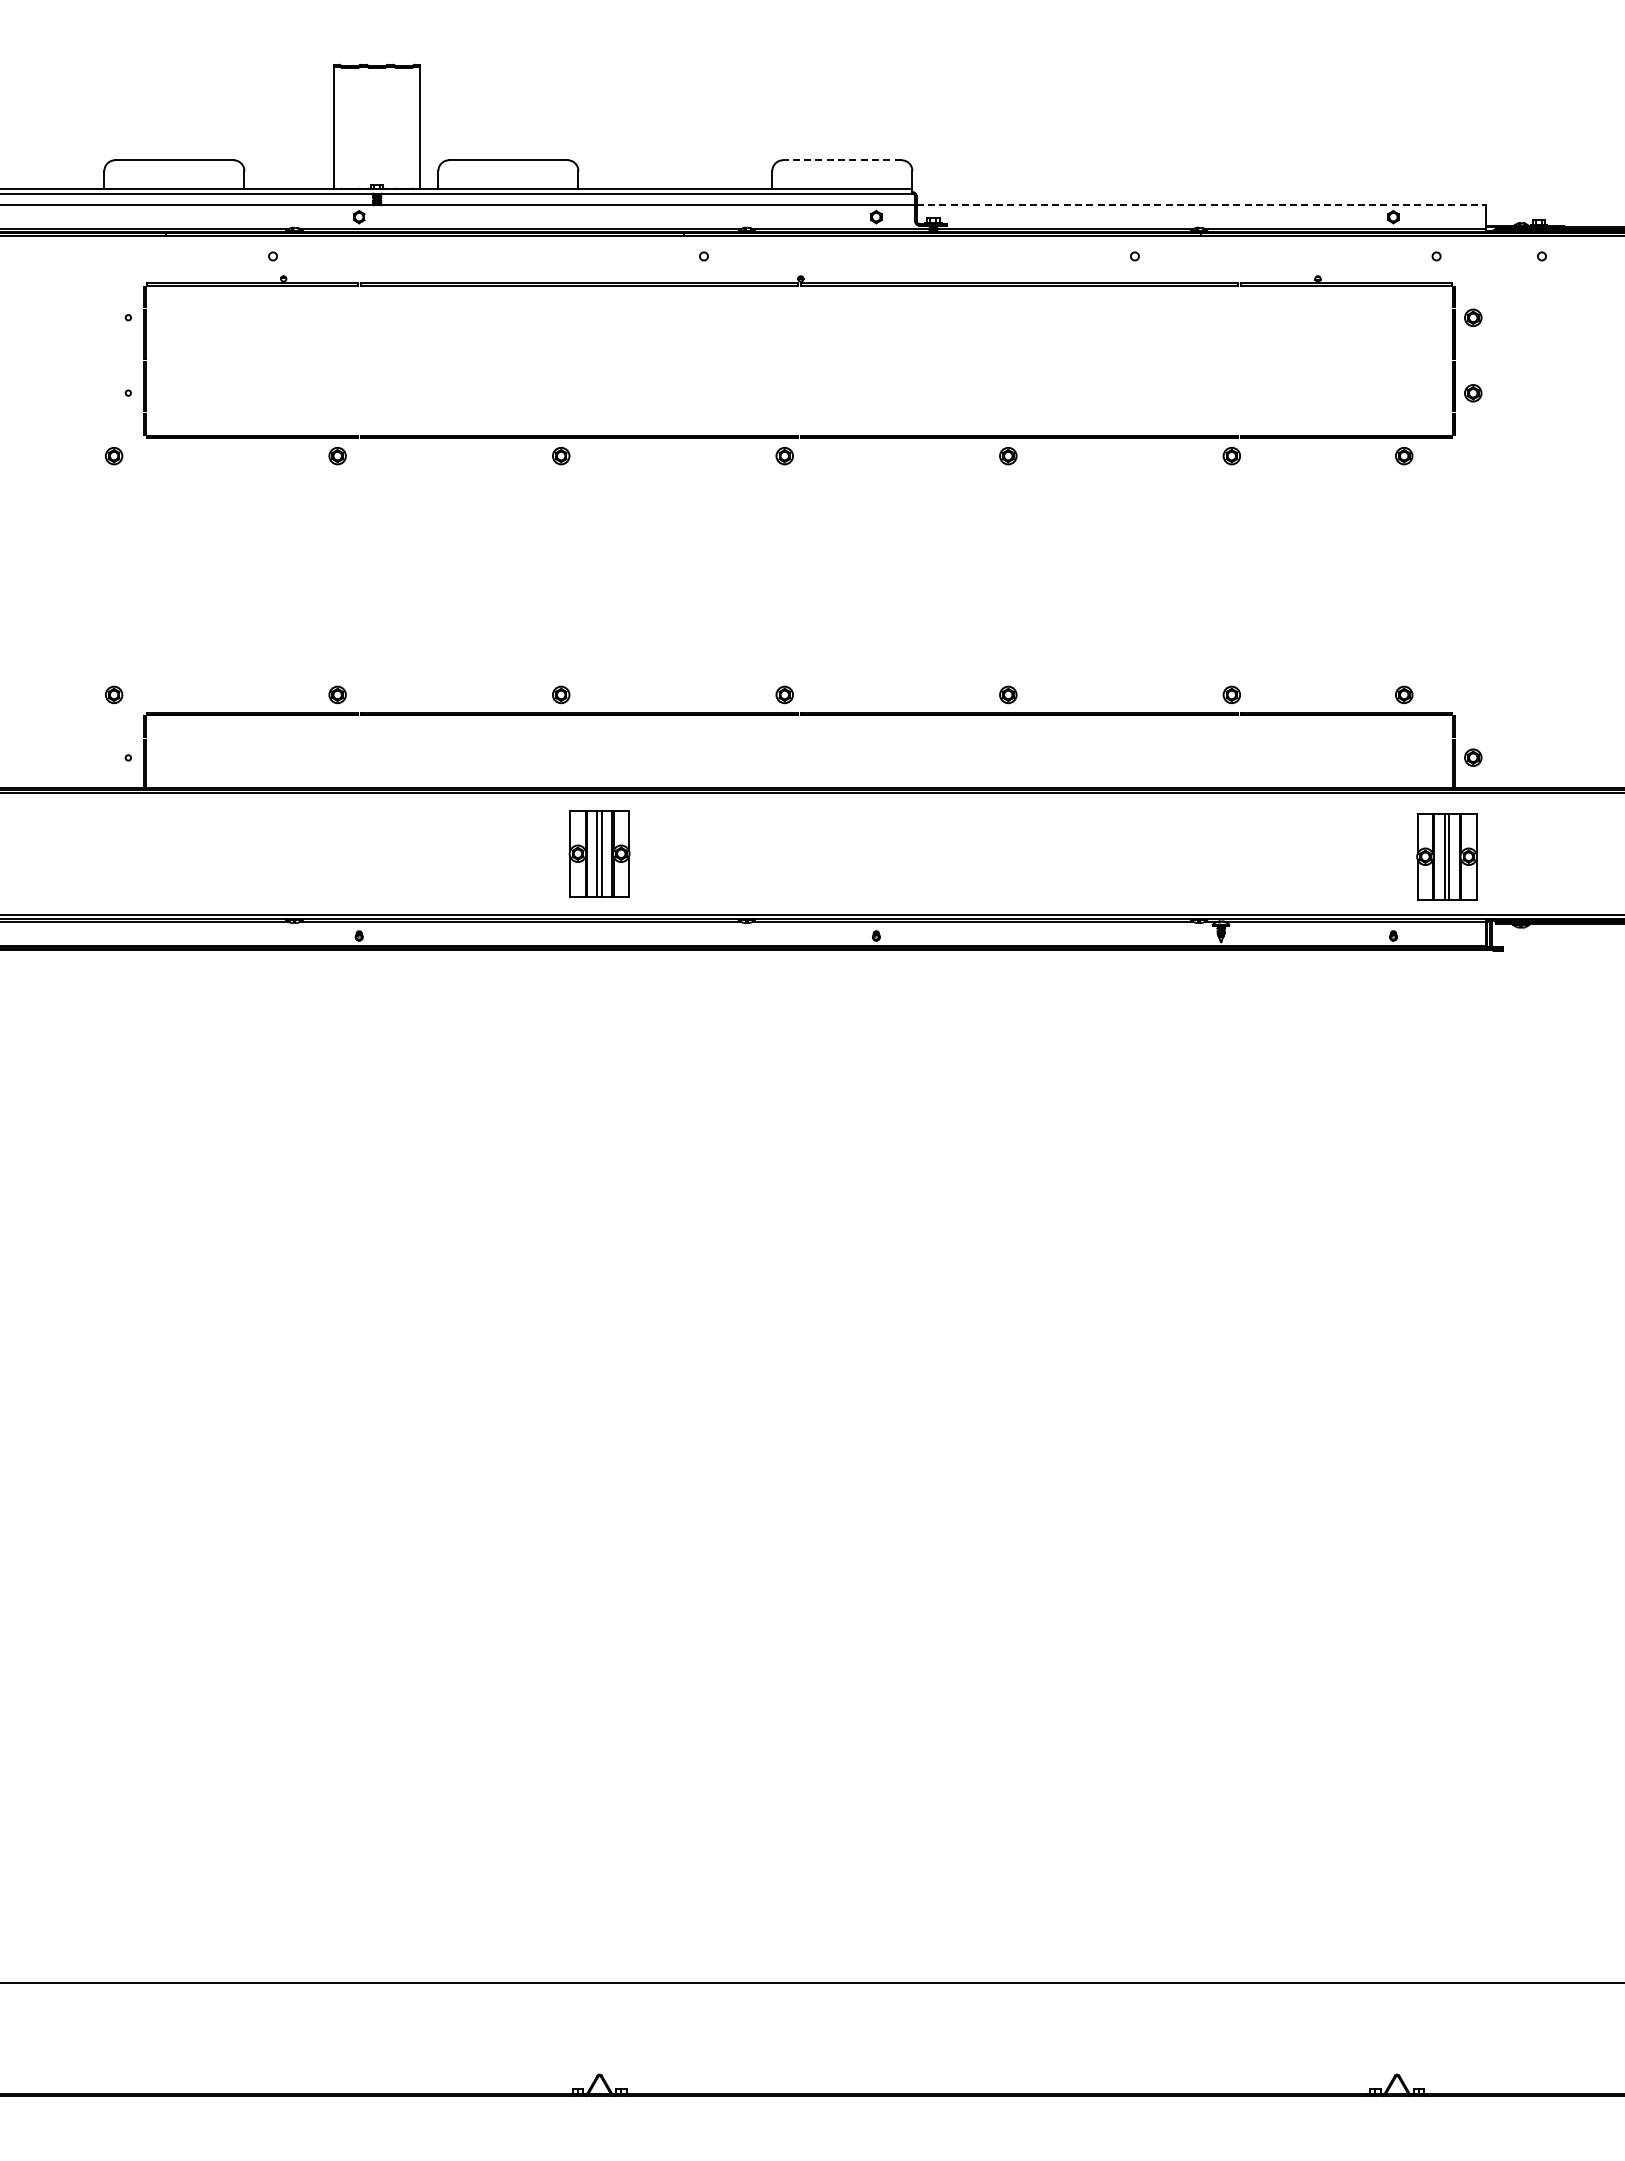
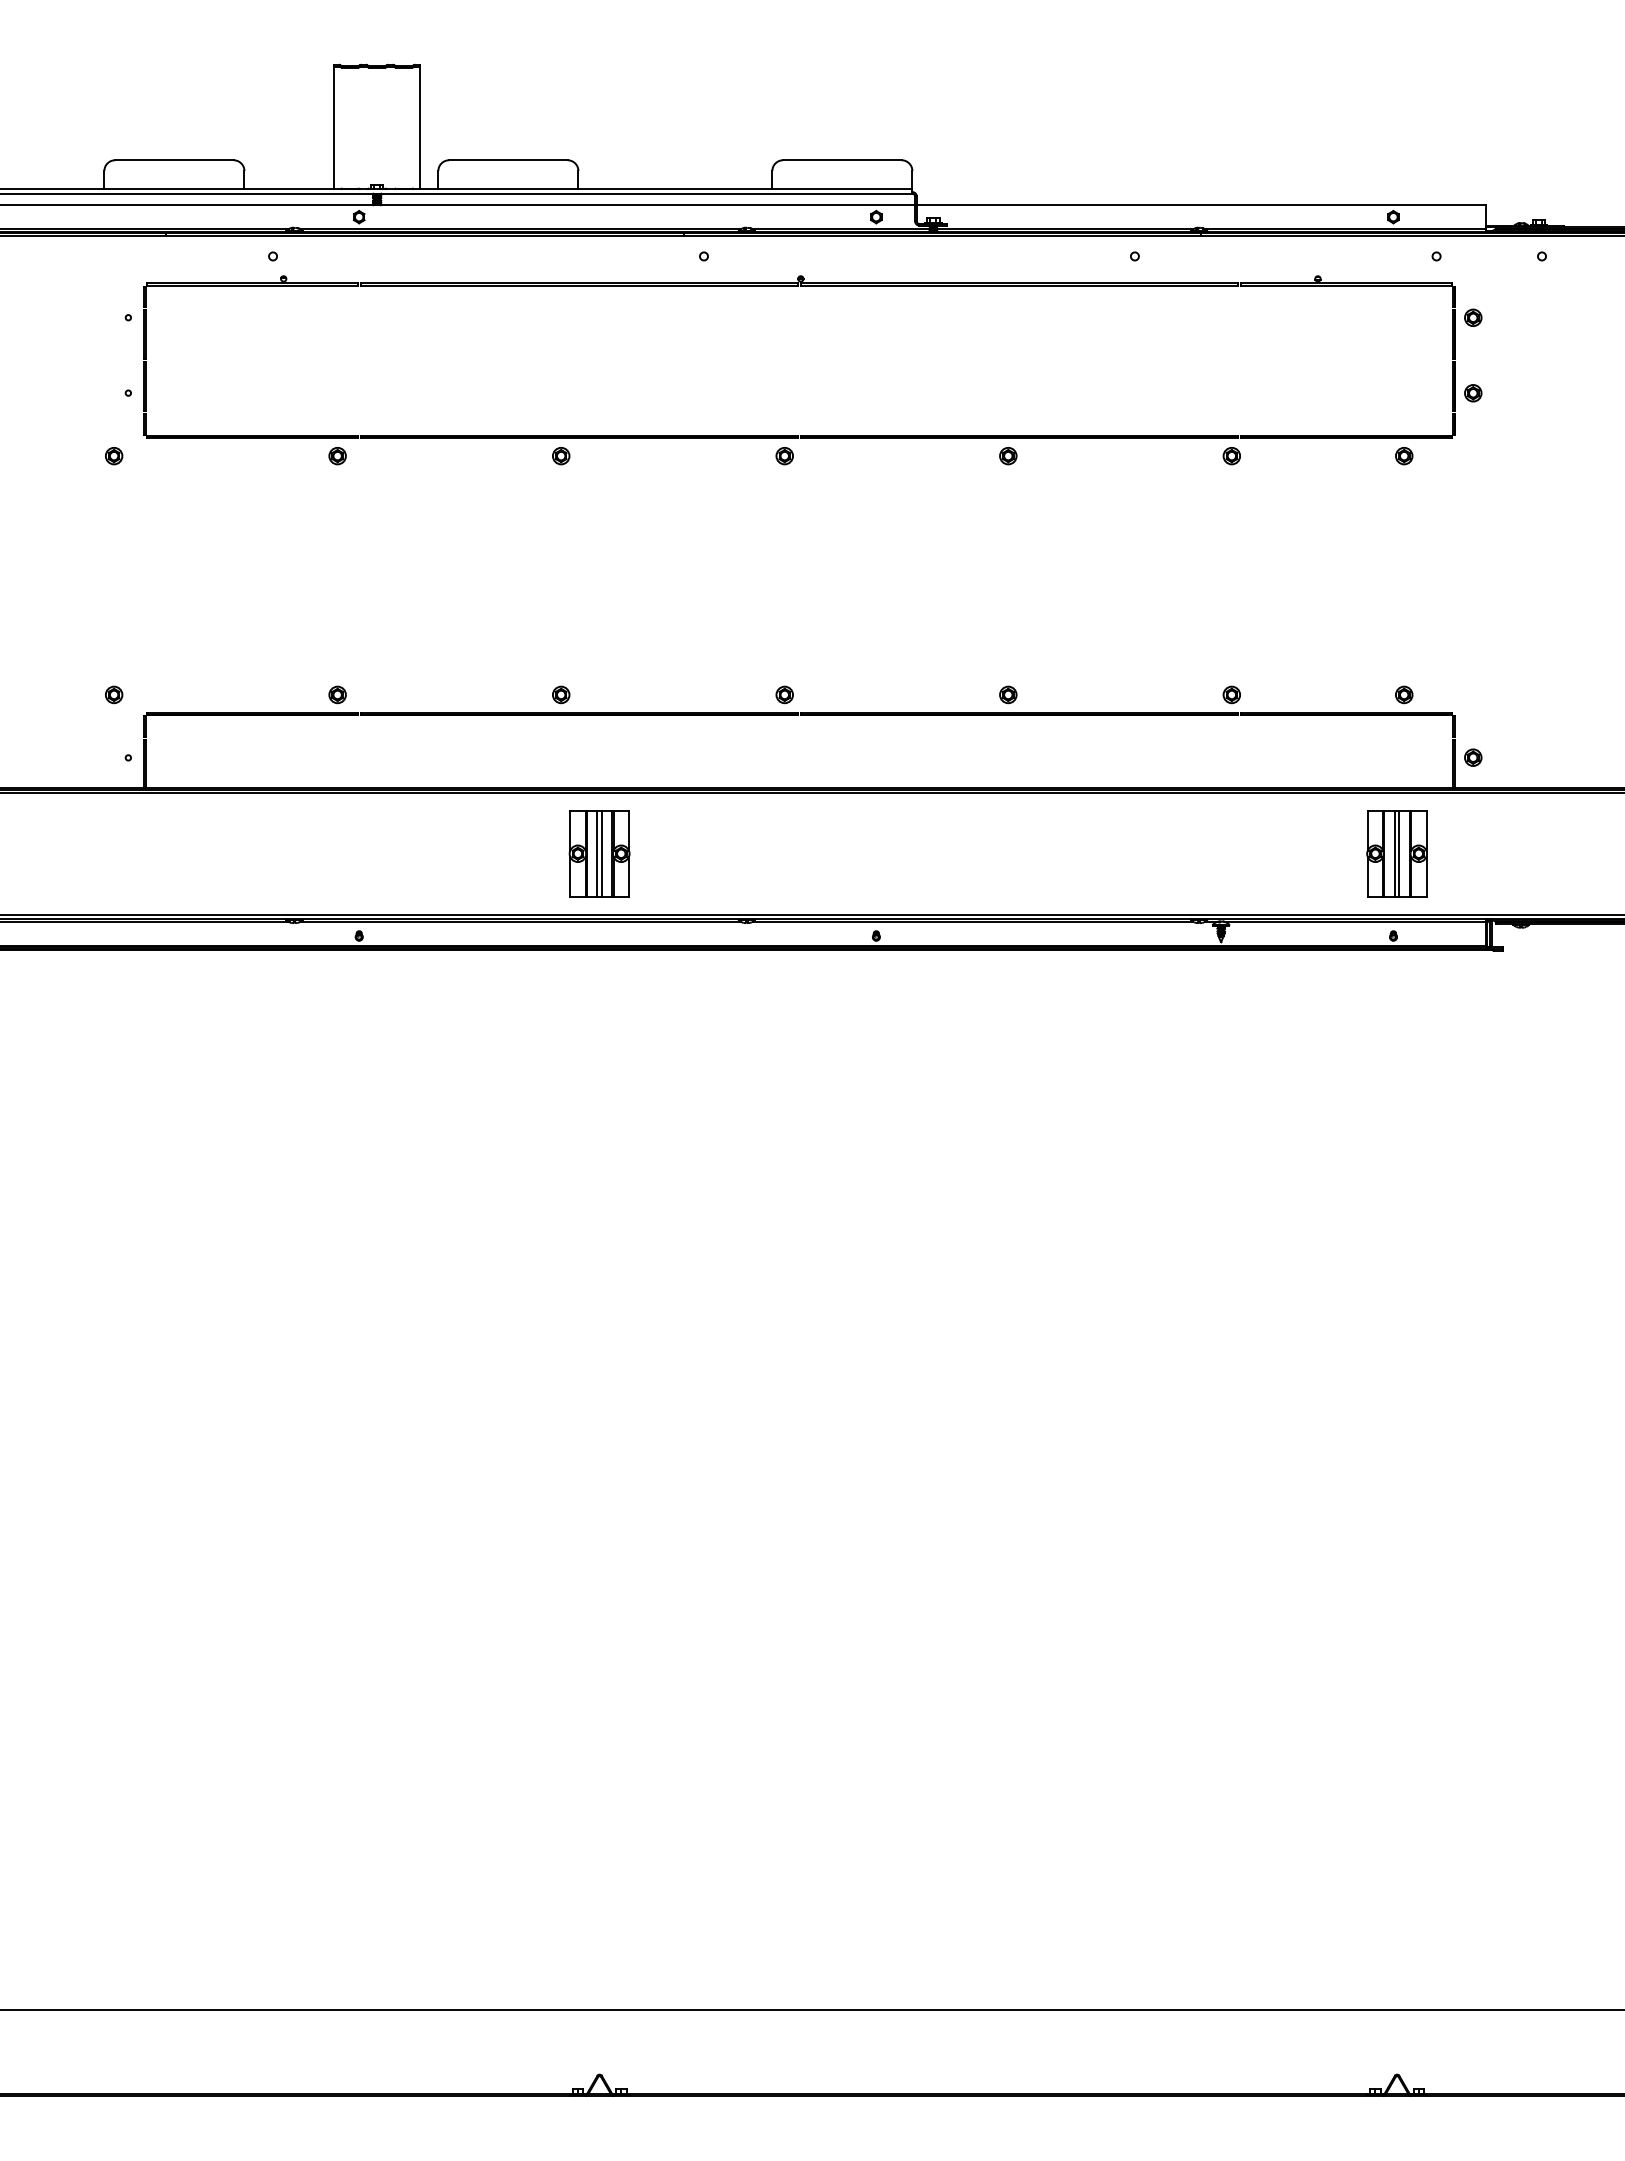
line at (841, 160): dashed -> solid
line at (1201, 205): dashed -> solid
part at (1446, 856) position: (1446, 856) -> (1396, 853)
line at (811, 1983) position: (811, 1983) -> (811, 2010)
